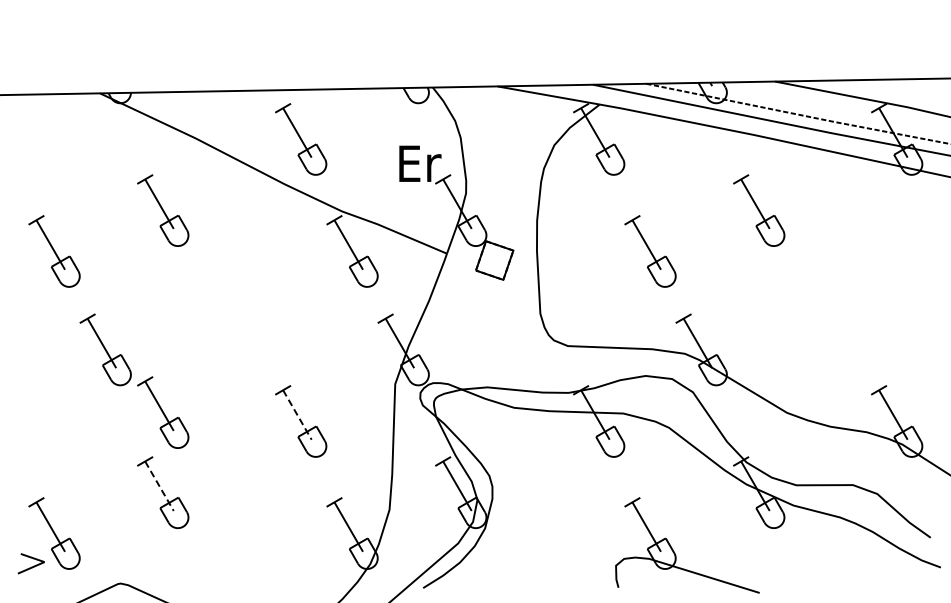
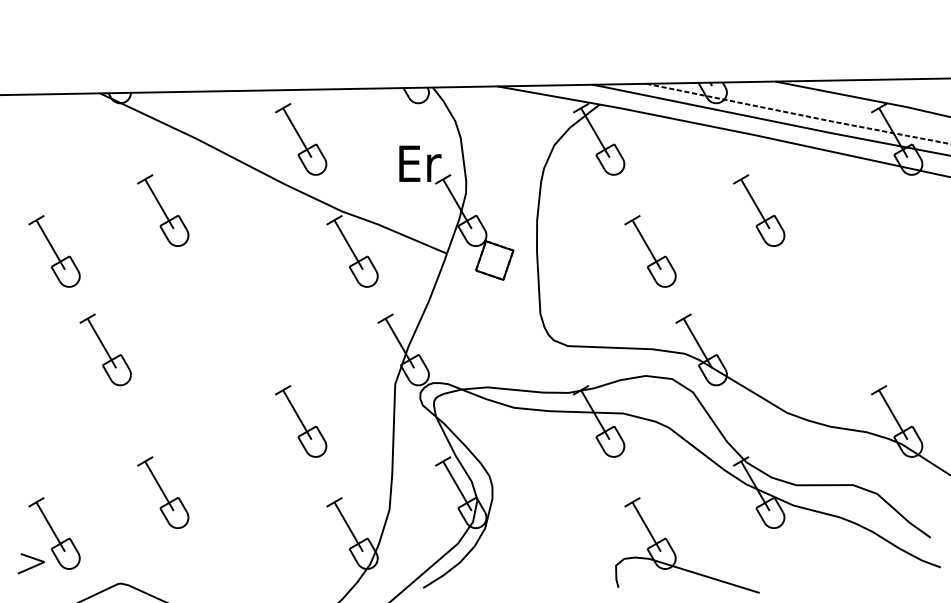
part at (163, 412): present -> none
line at (297, 415): dashed -> solid
line at (159, 486): dashed -> solid
